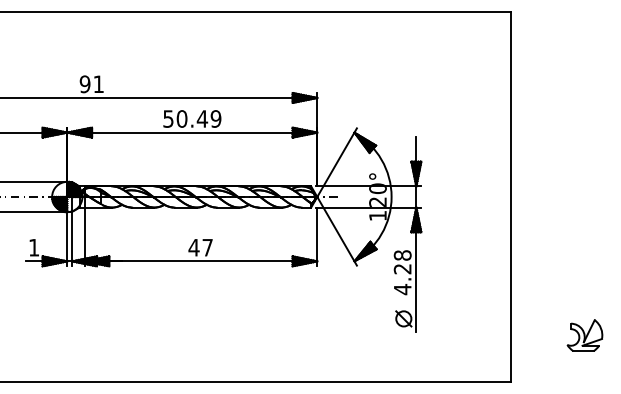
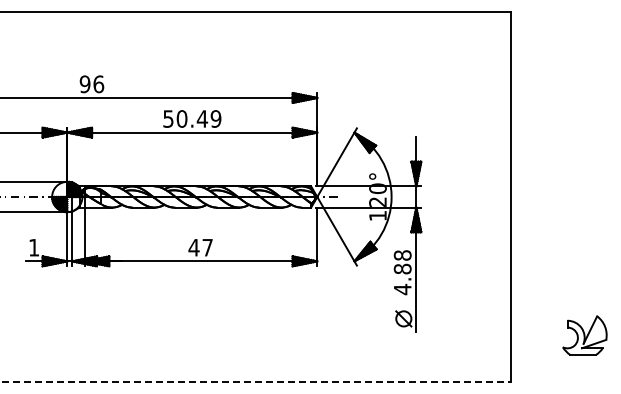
text at (98, 84): 91 -> 96
text at (402, 268): 4.28 -> 4.88
part at (584, 335) size: 38x33 px -> 46x41 px
line at (256, 382): solid -> dashed
